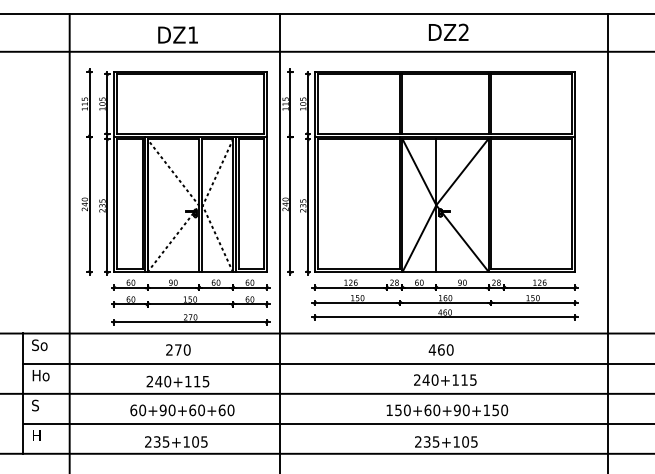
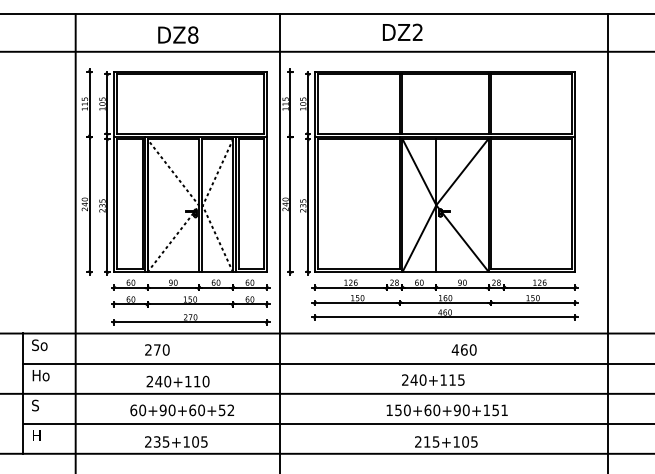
text at (448, 31) position: (448, 31) -> (402, 31)
text at (193, 34): DZ1 -> DZ8
line at (69, 242) position: (69, 242) -> (75, 242)
text at (178, 349) position: (178, 349) -> (157, 349)
text at (440, 349) position: (440, 349) -> (463, 349)
text at (445, 379) position: (445, 379) -> (433, 379)
text at (205, 381): 240+115 -> 240+110
text at (226, 410): 60+90+60+60 -> 60+90+60+52
text at (504, 410): 150+60+90+150 -> 150+60+90+151
text at (426, 441): 235+105 -> 215+105
